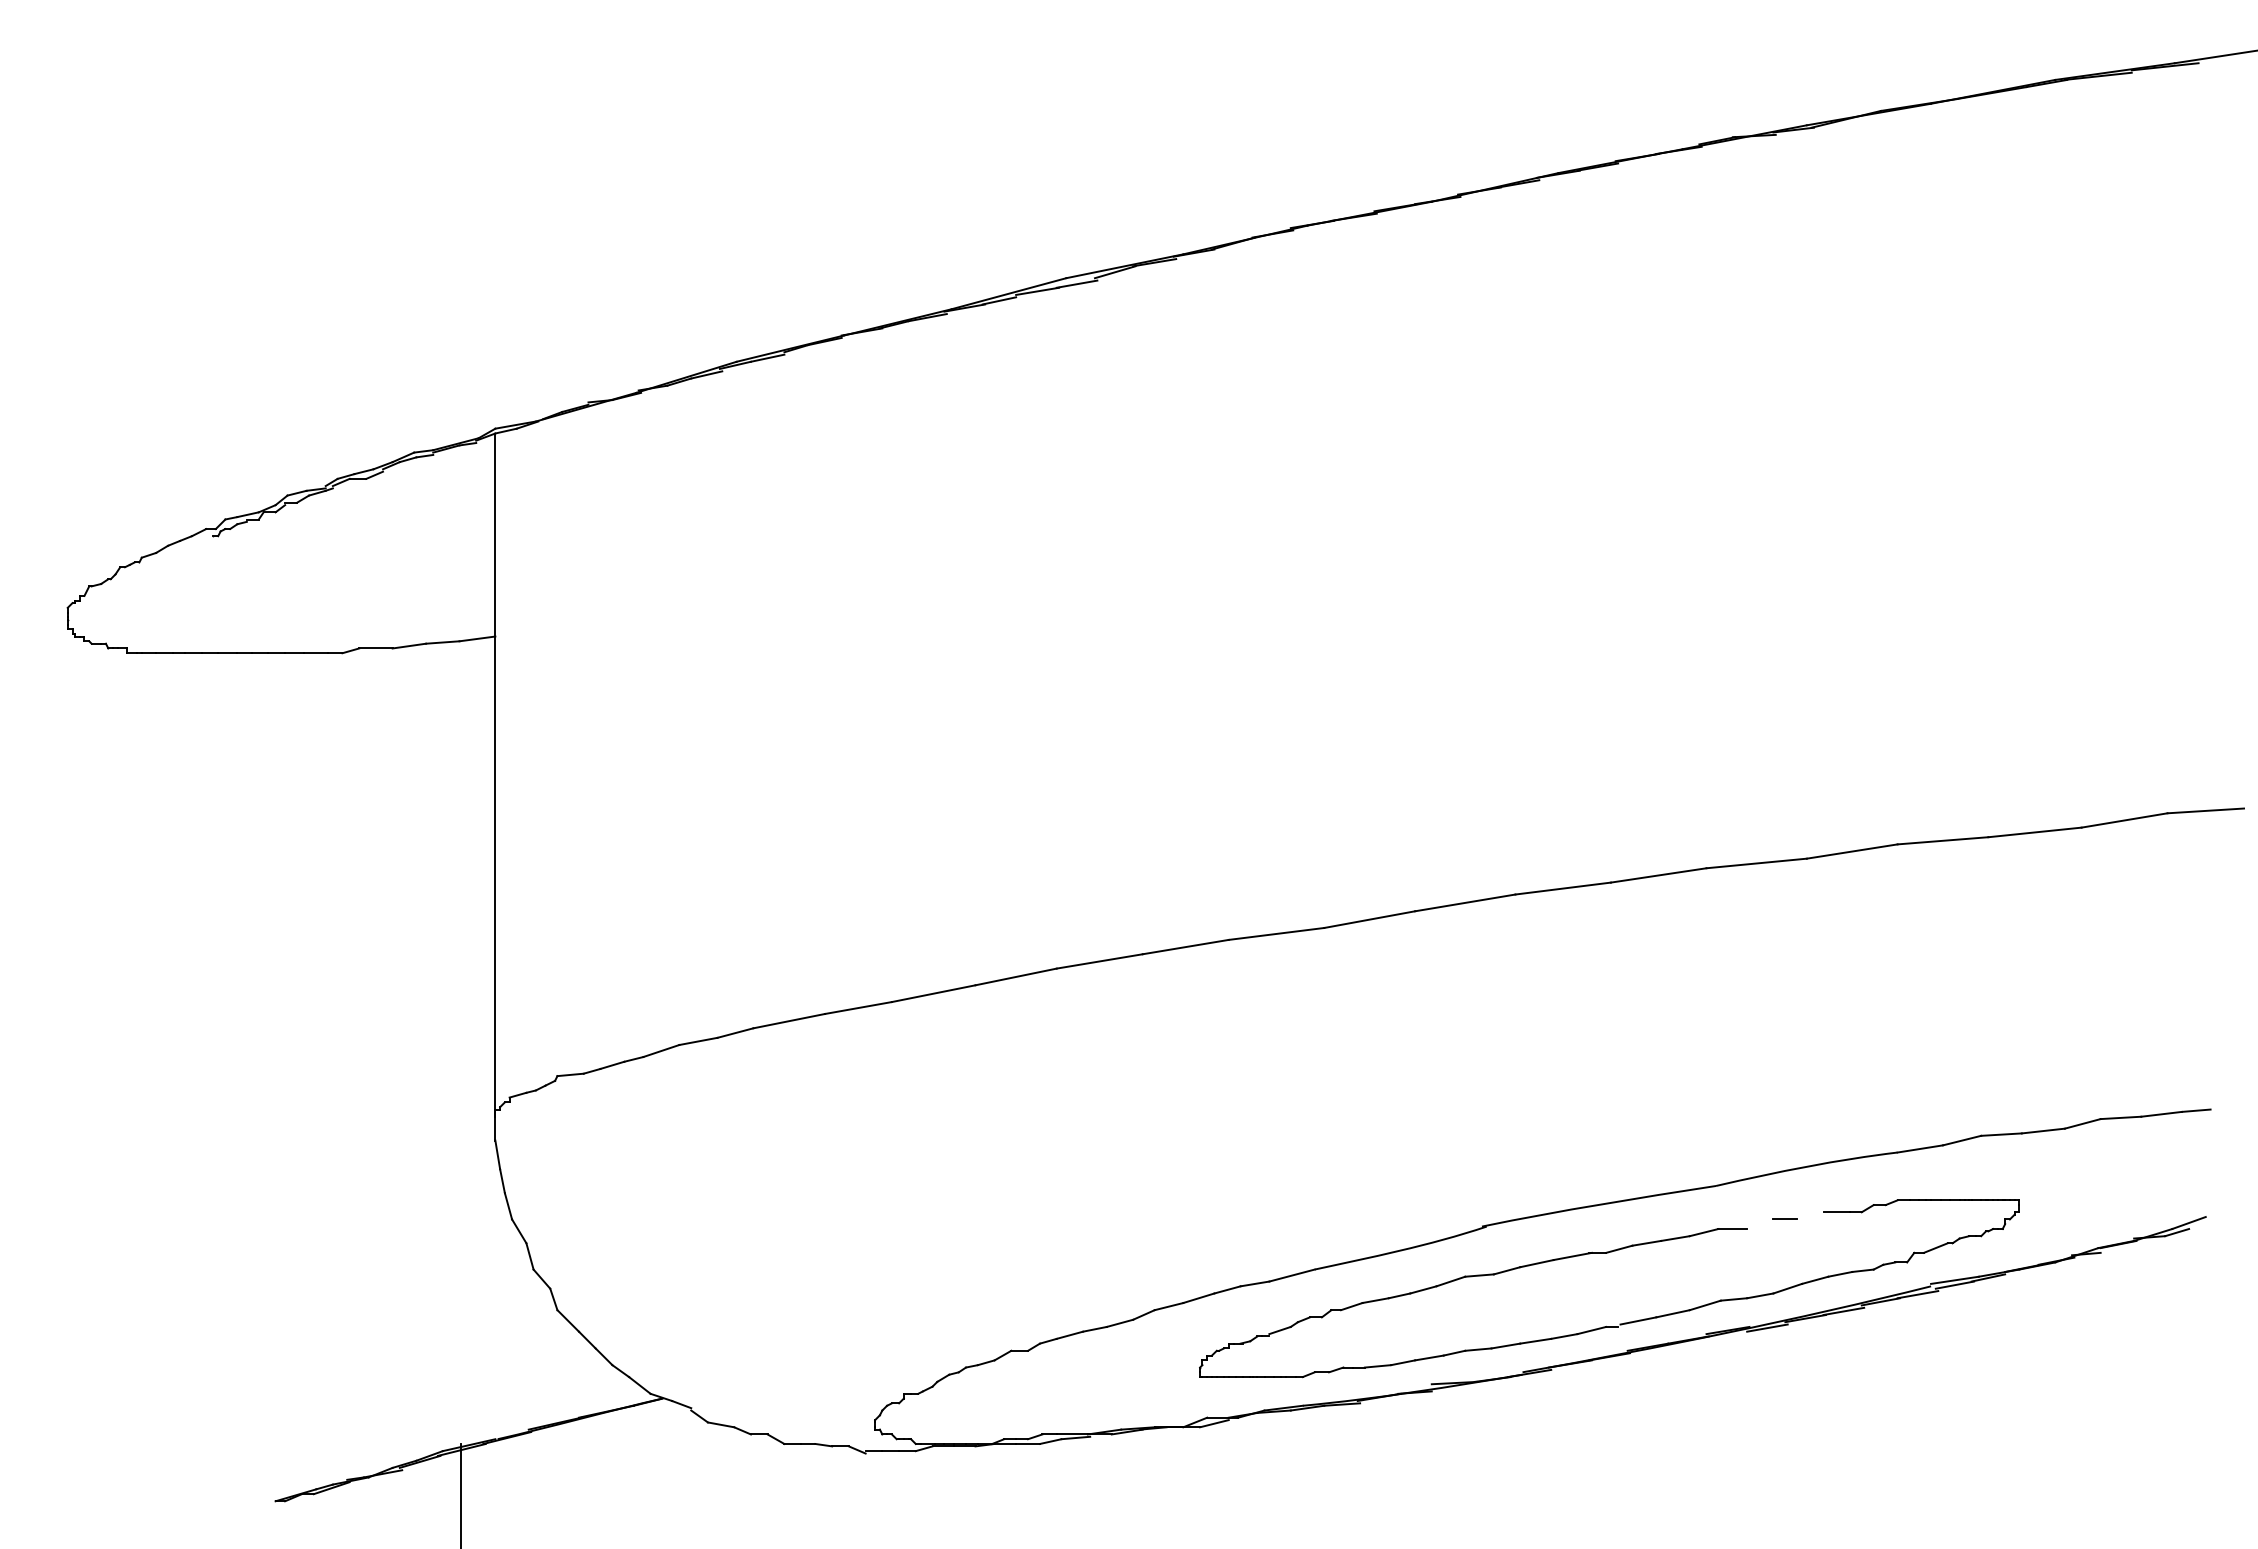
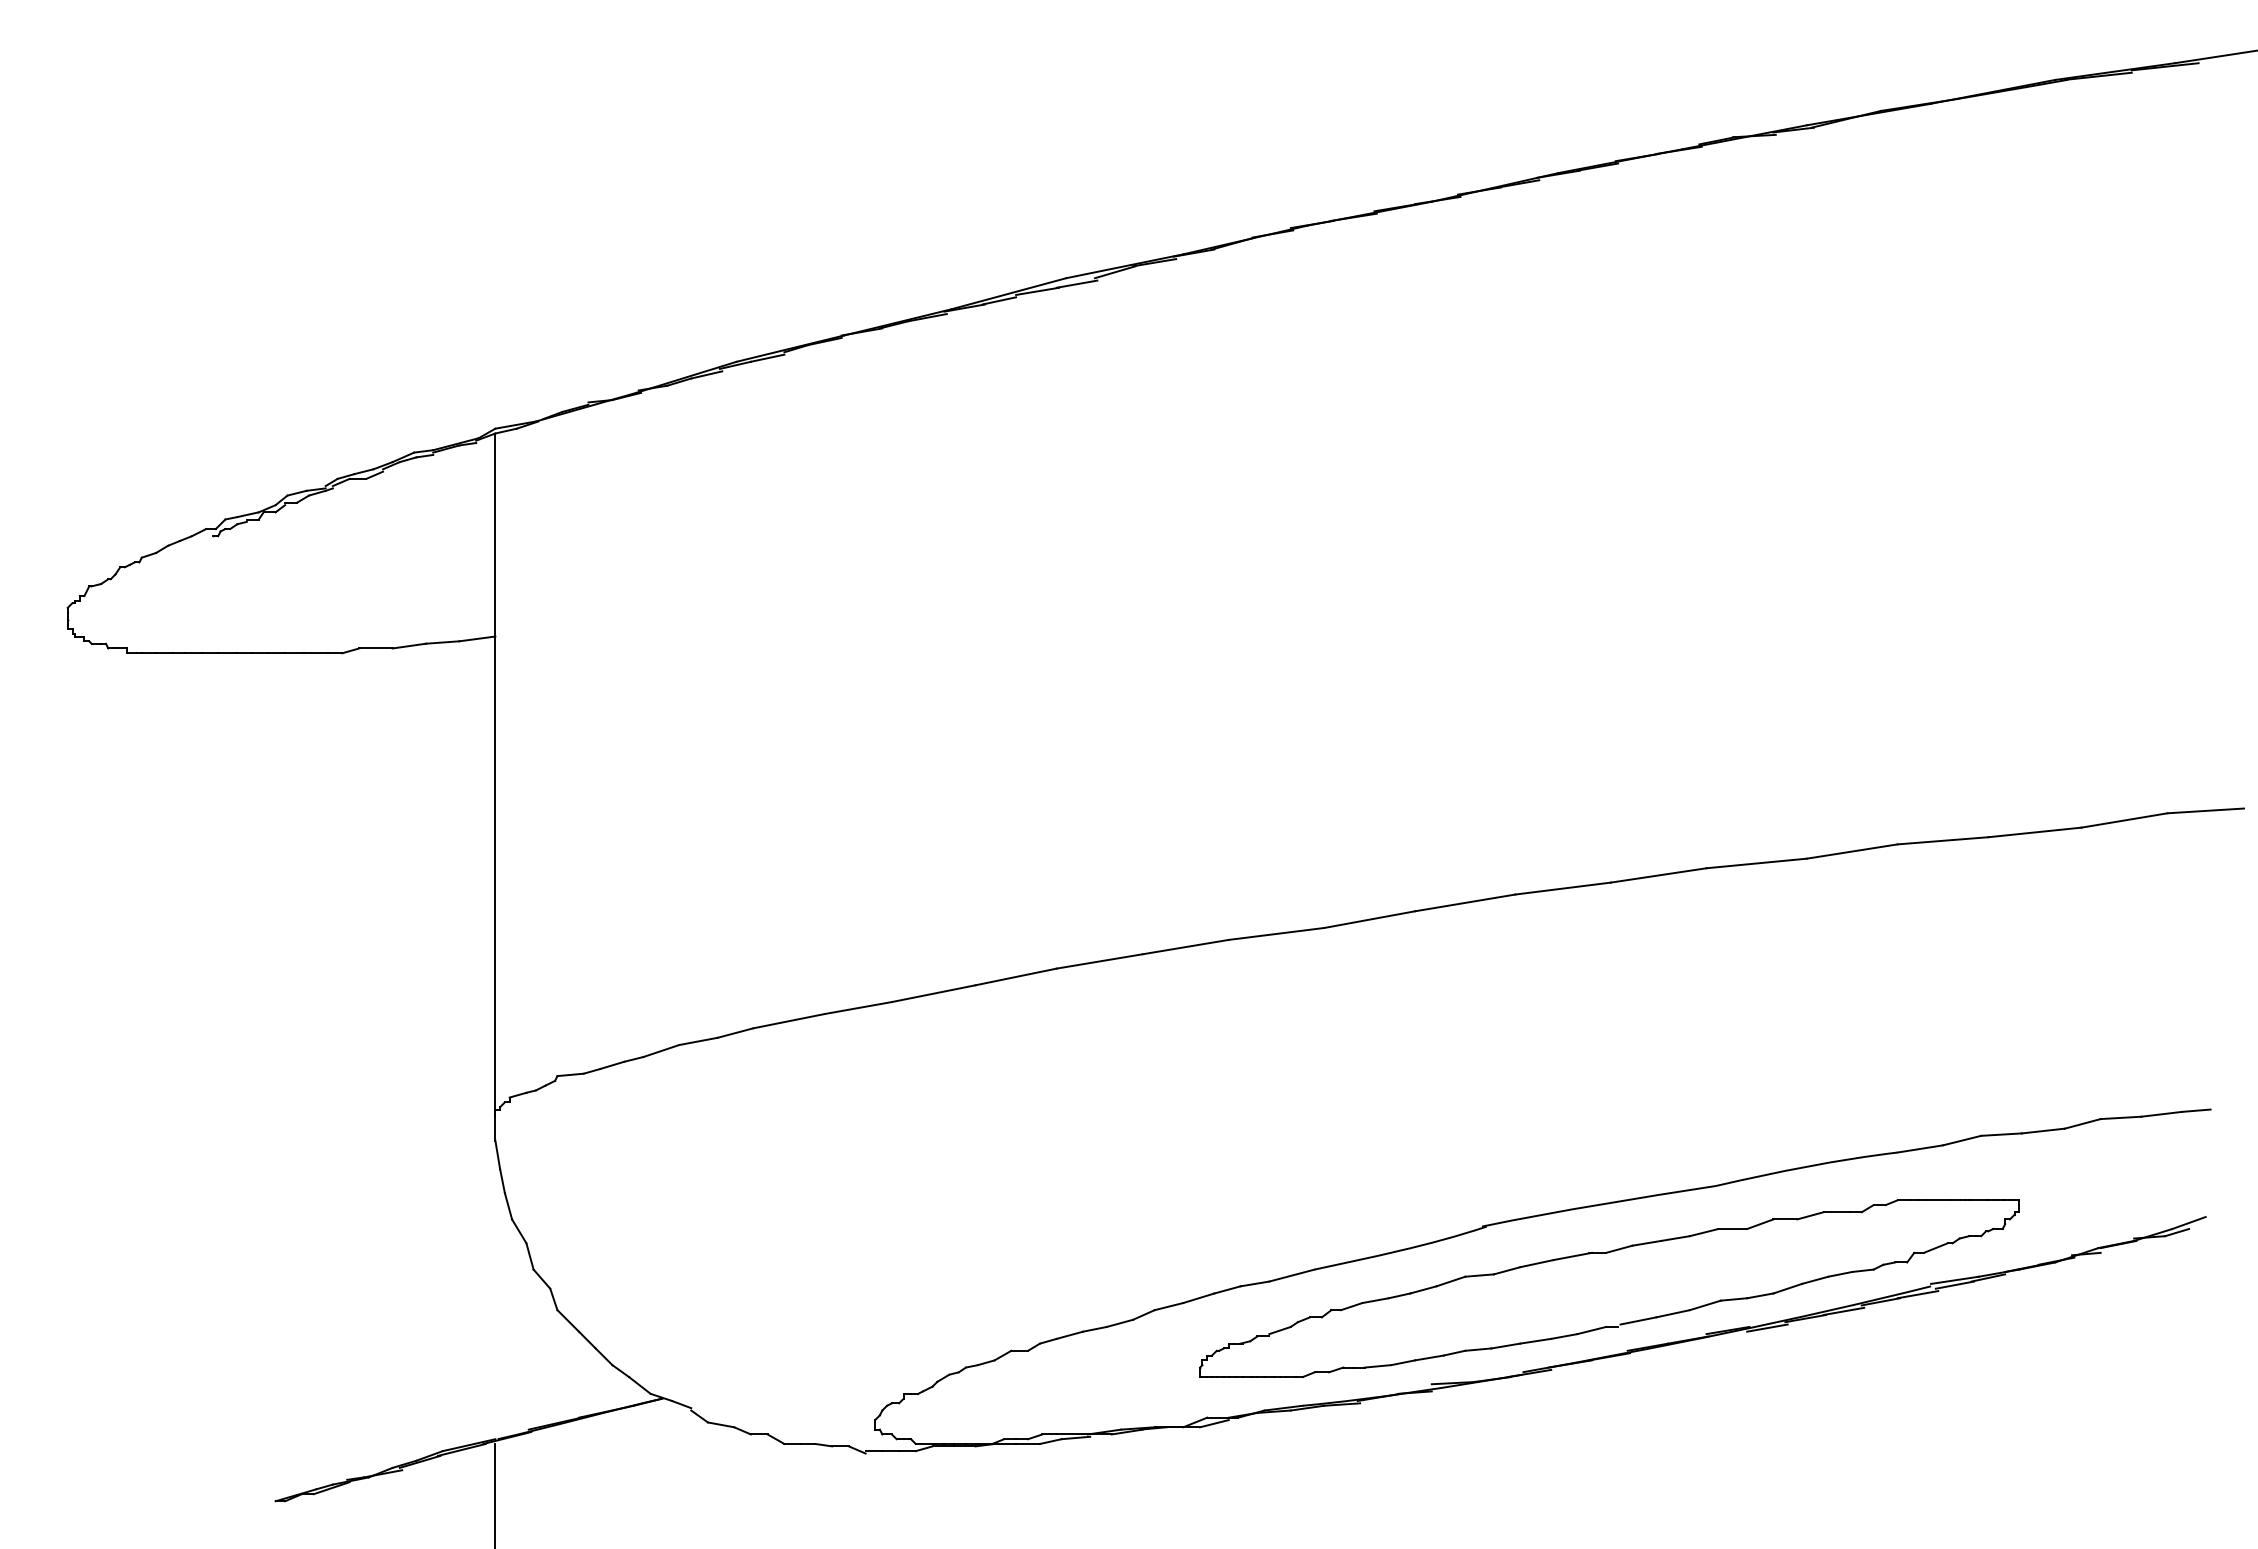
line at (1810, 1215): none -> present
line at (1760, 1224): none -> present
line at (461, 1494) position: (461, 1494) -> (495, 1494)
